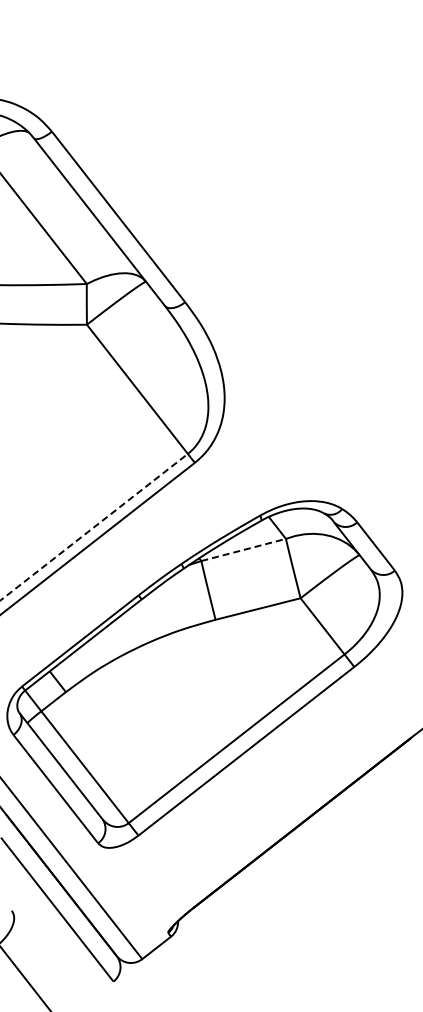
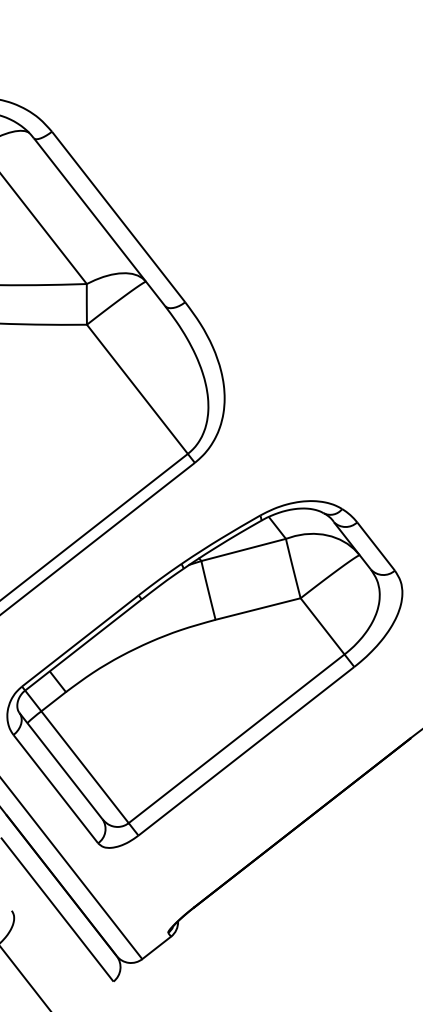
line at (94, 527): dashed -> solid
line at (243, 549): dashed -> solid
